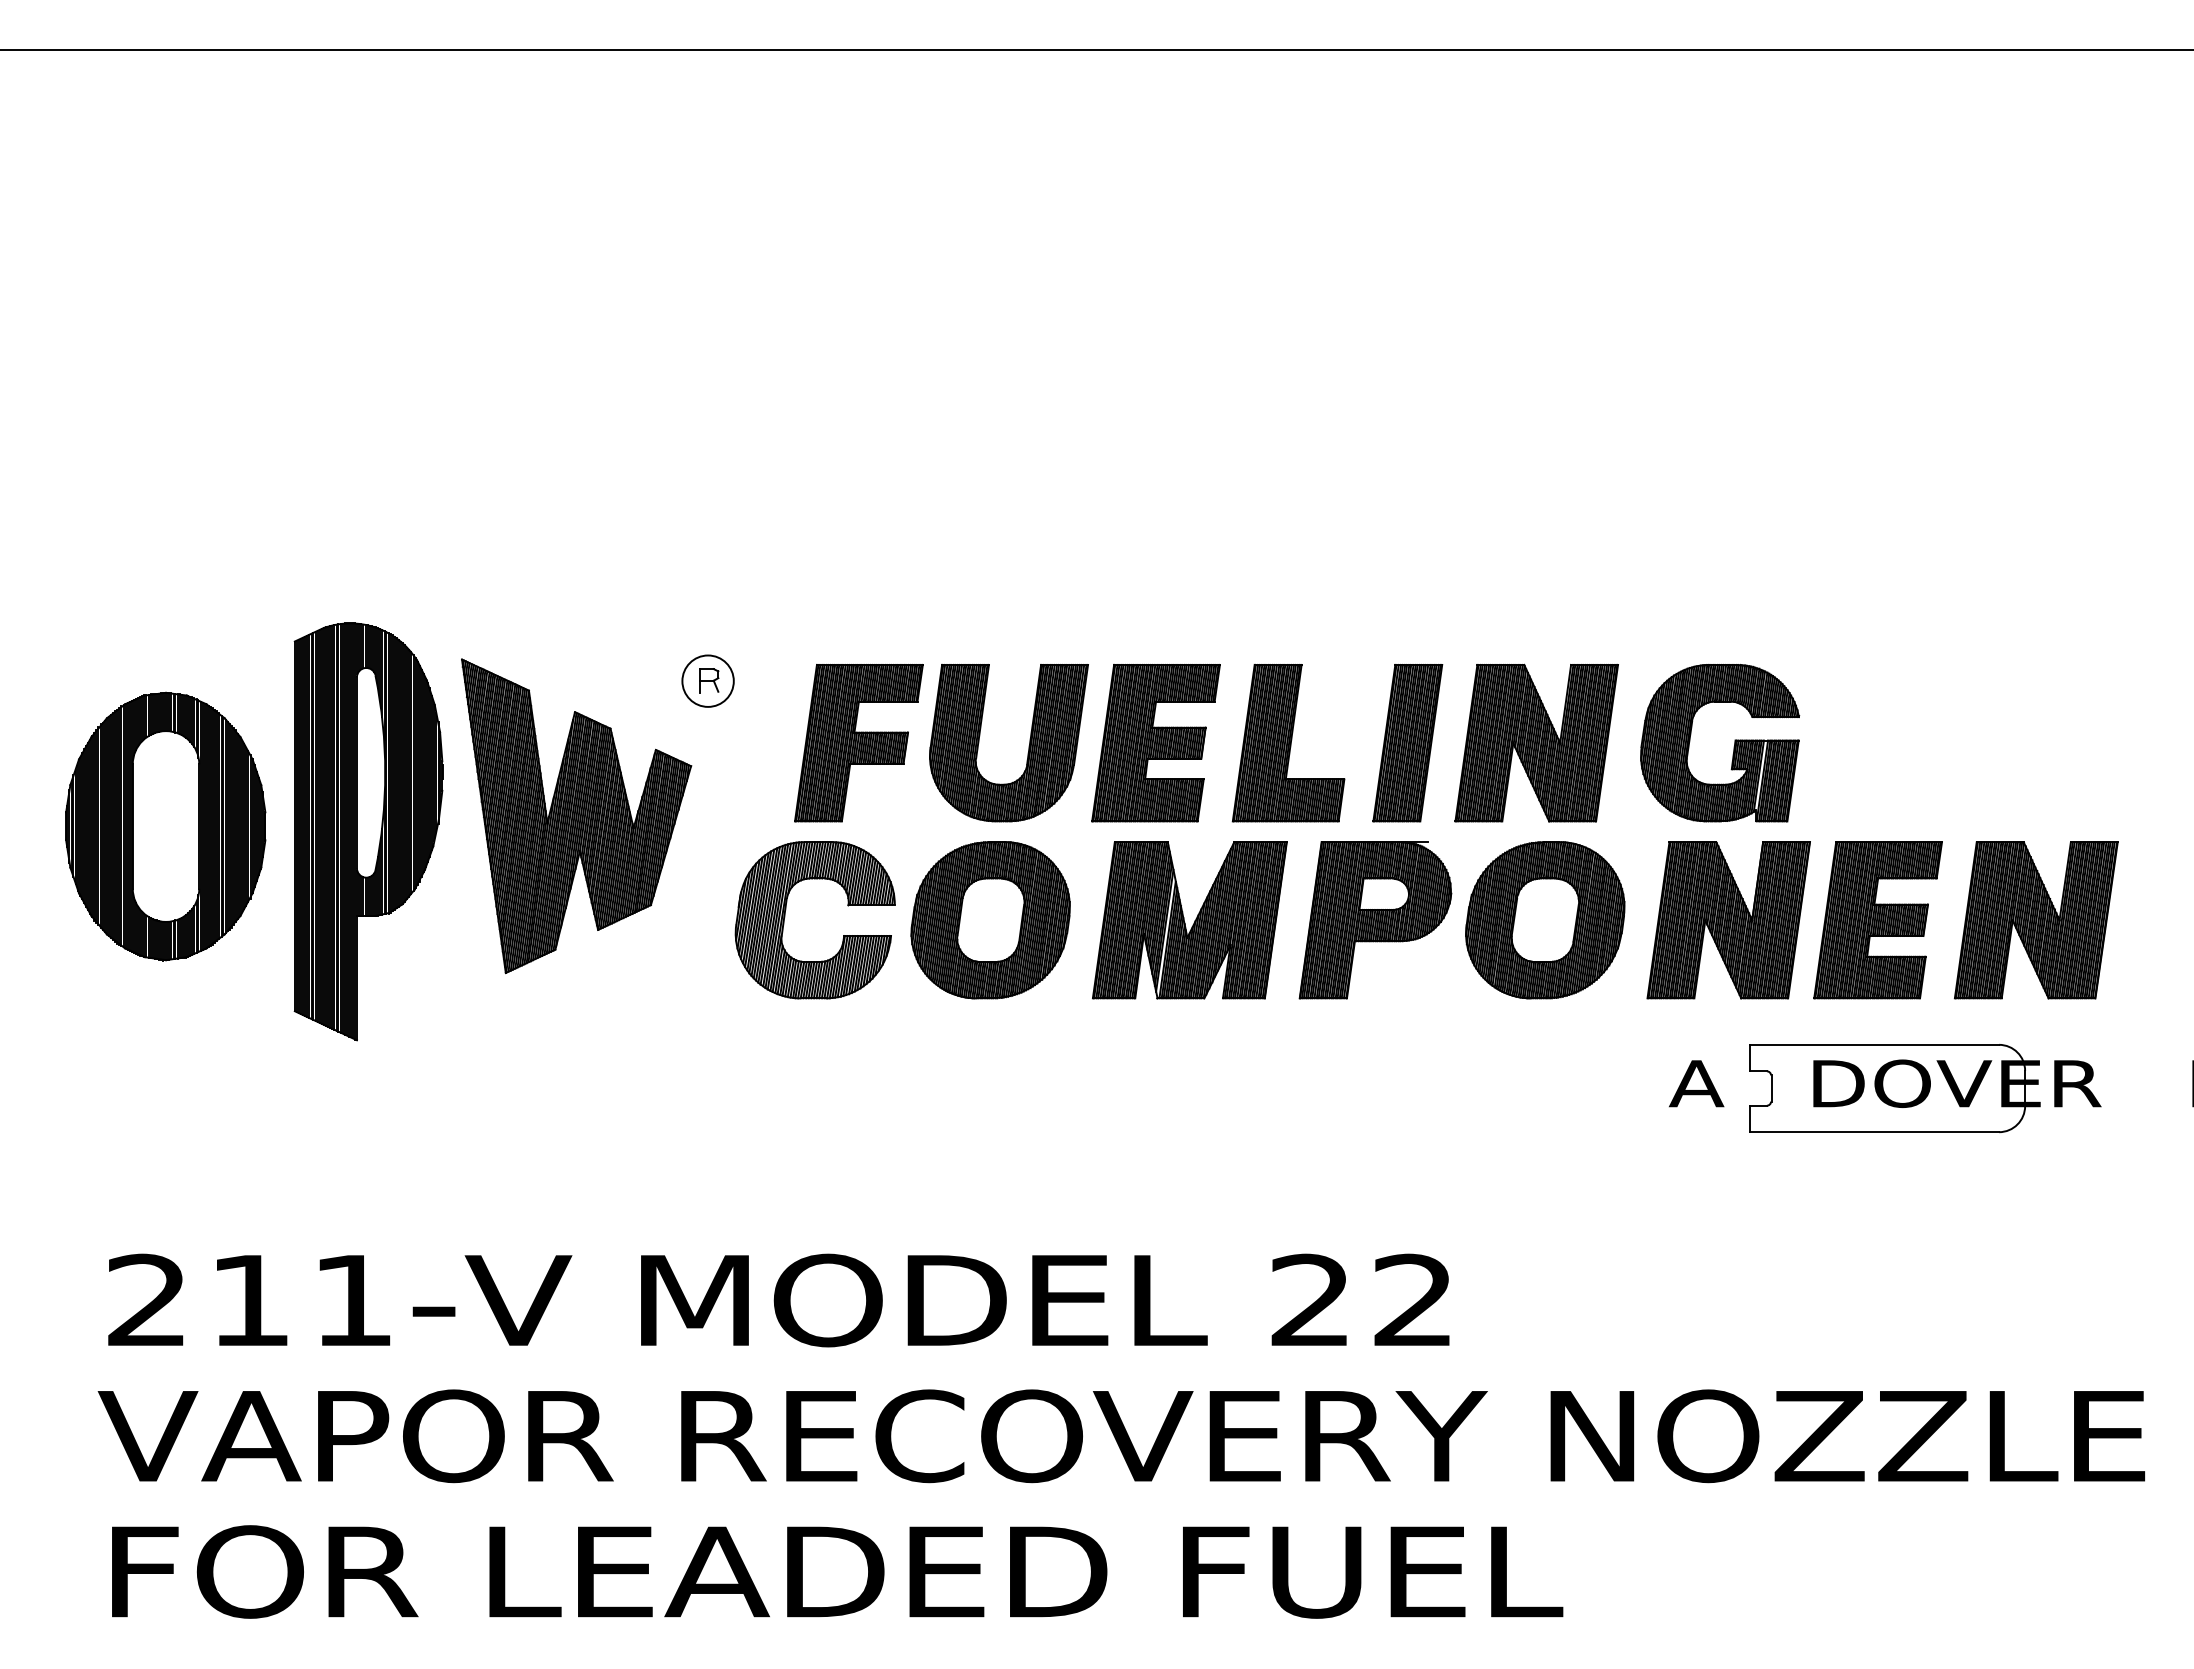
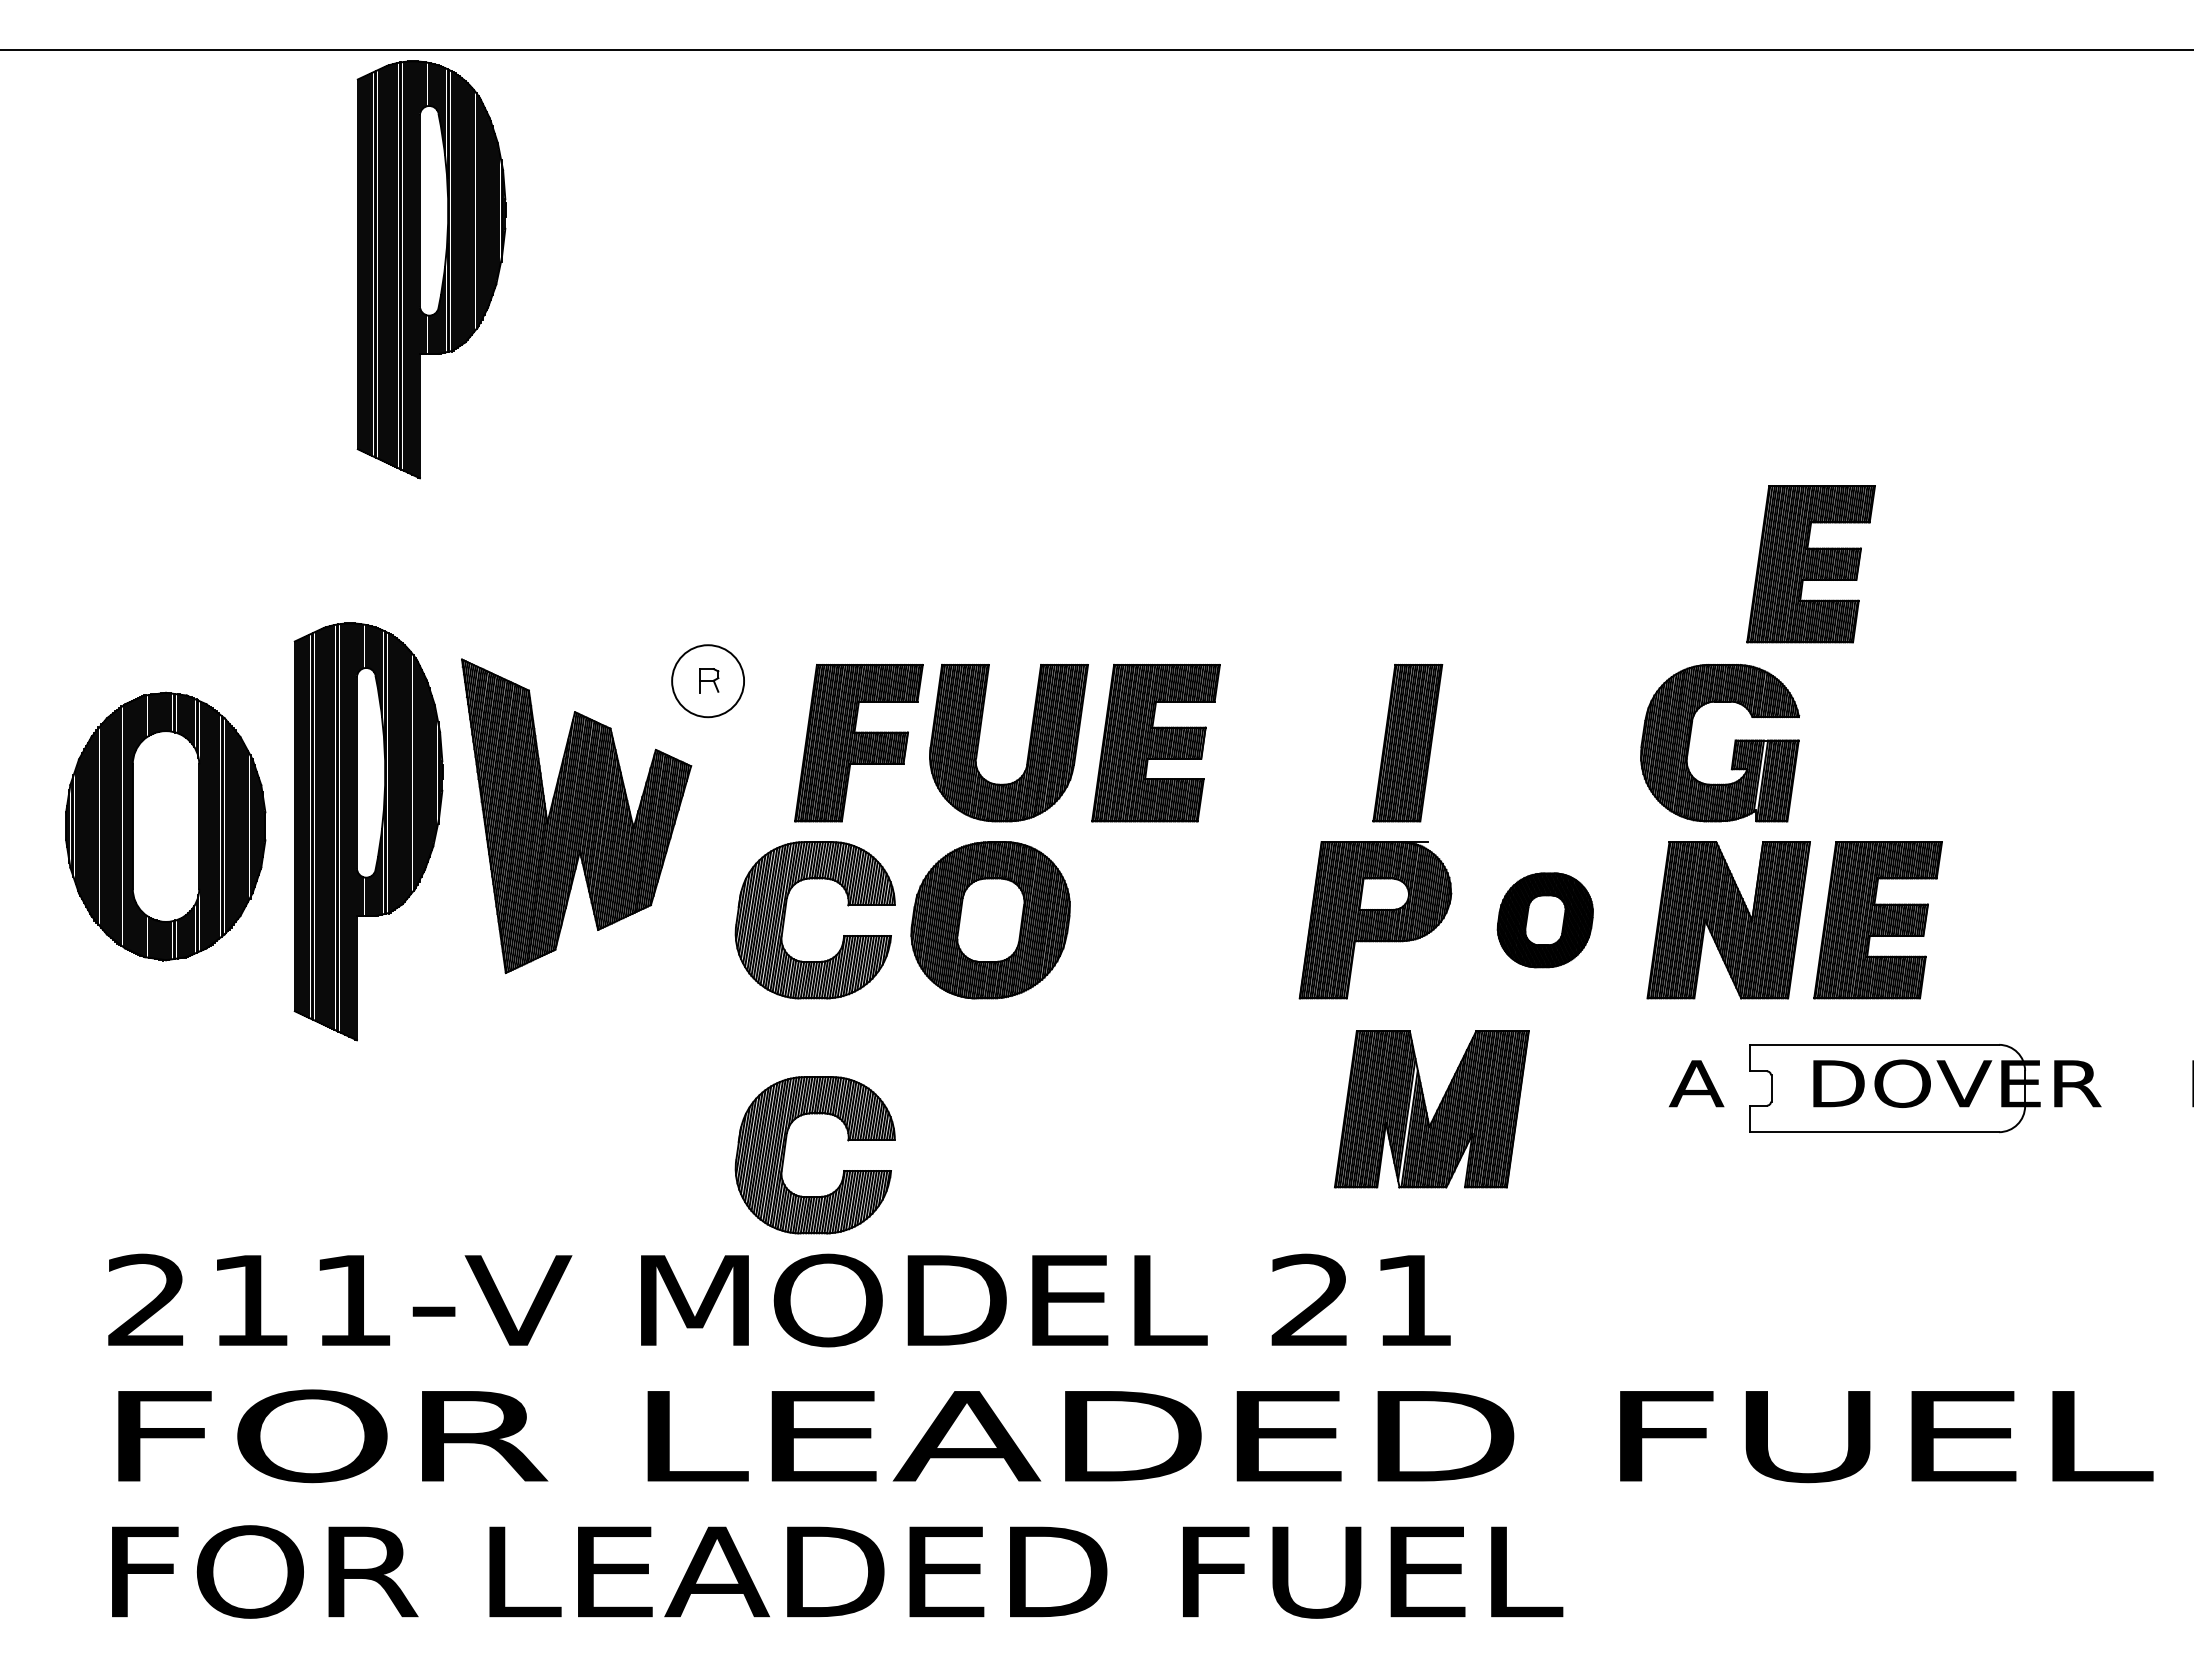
part at (431, 269): none -> present
part at (1810, 564): none -> present
circle at (707, 680) diameter: 51 px -> 72 px
part at (1536, 742): present -> none
part at (1288, 743): present -> none
part at (1189, 920) position: (1189, 920) -> (1431, 1109)
part at (1545, 920) size: 161x159 px -> 98x97 px
part at (2036, 920): present -> none
part at (785, 1152): none -> present
text at (1412, 1299): 22 -> 21
text at (1125, 1436): VAPOR RECOVERY NOZZLE -> FOR LEADED FUEL
